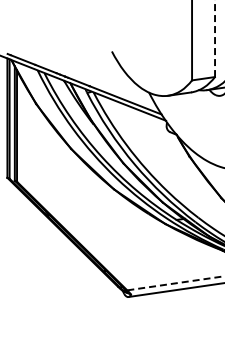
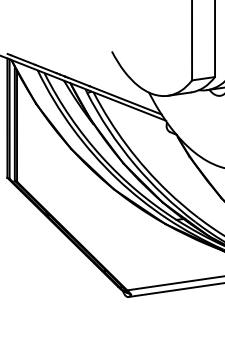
line at (215, 38): dashed -> solid
line at (175, 283): dashed -> solid
